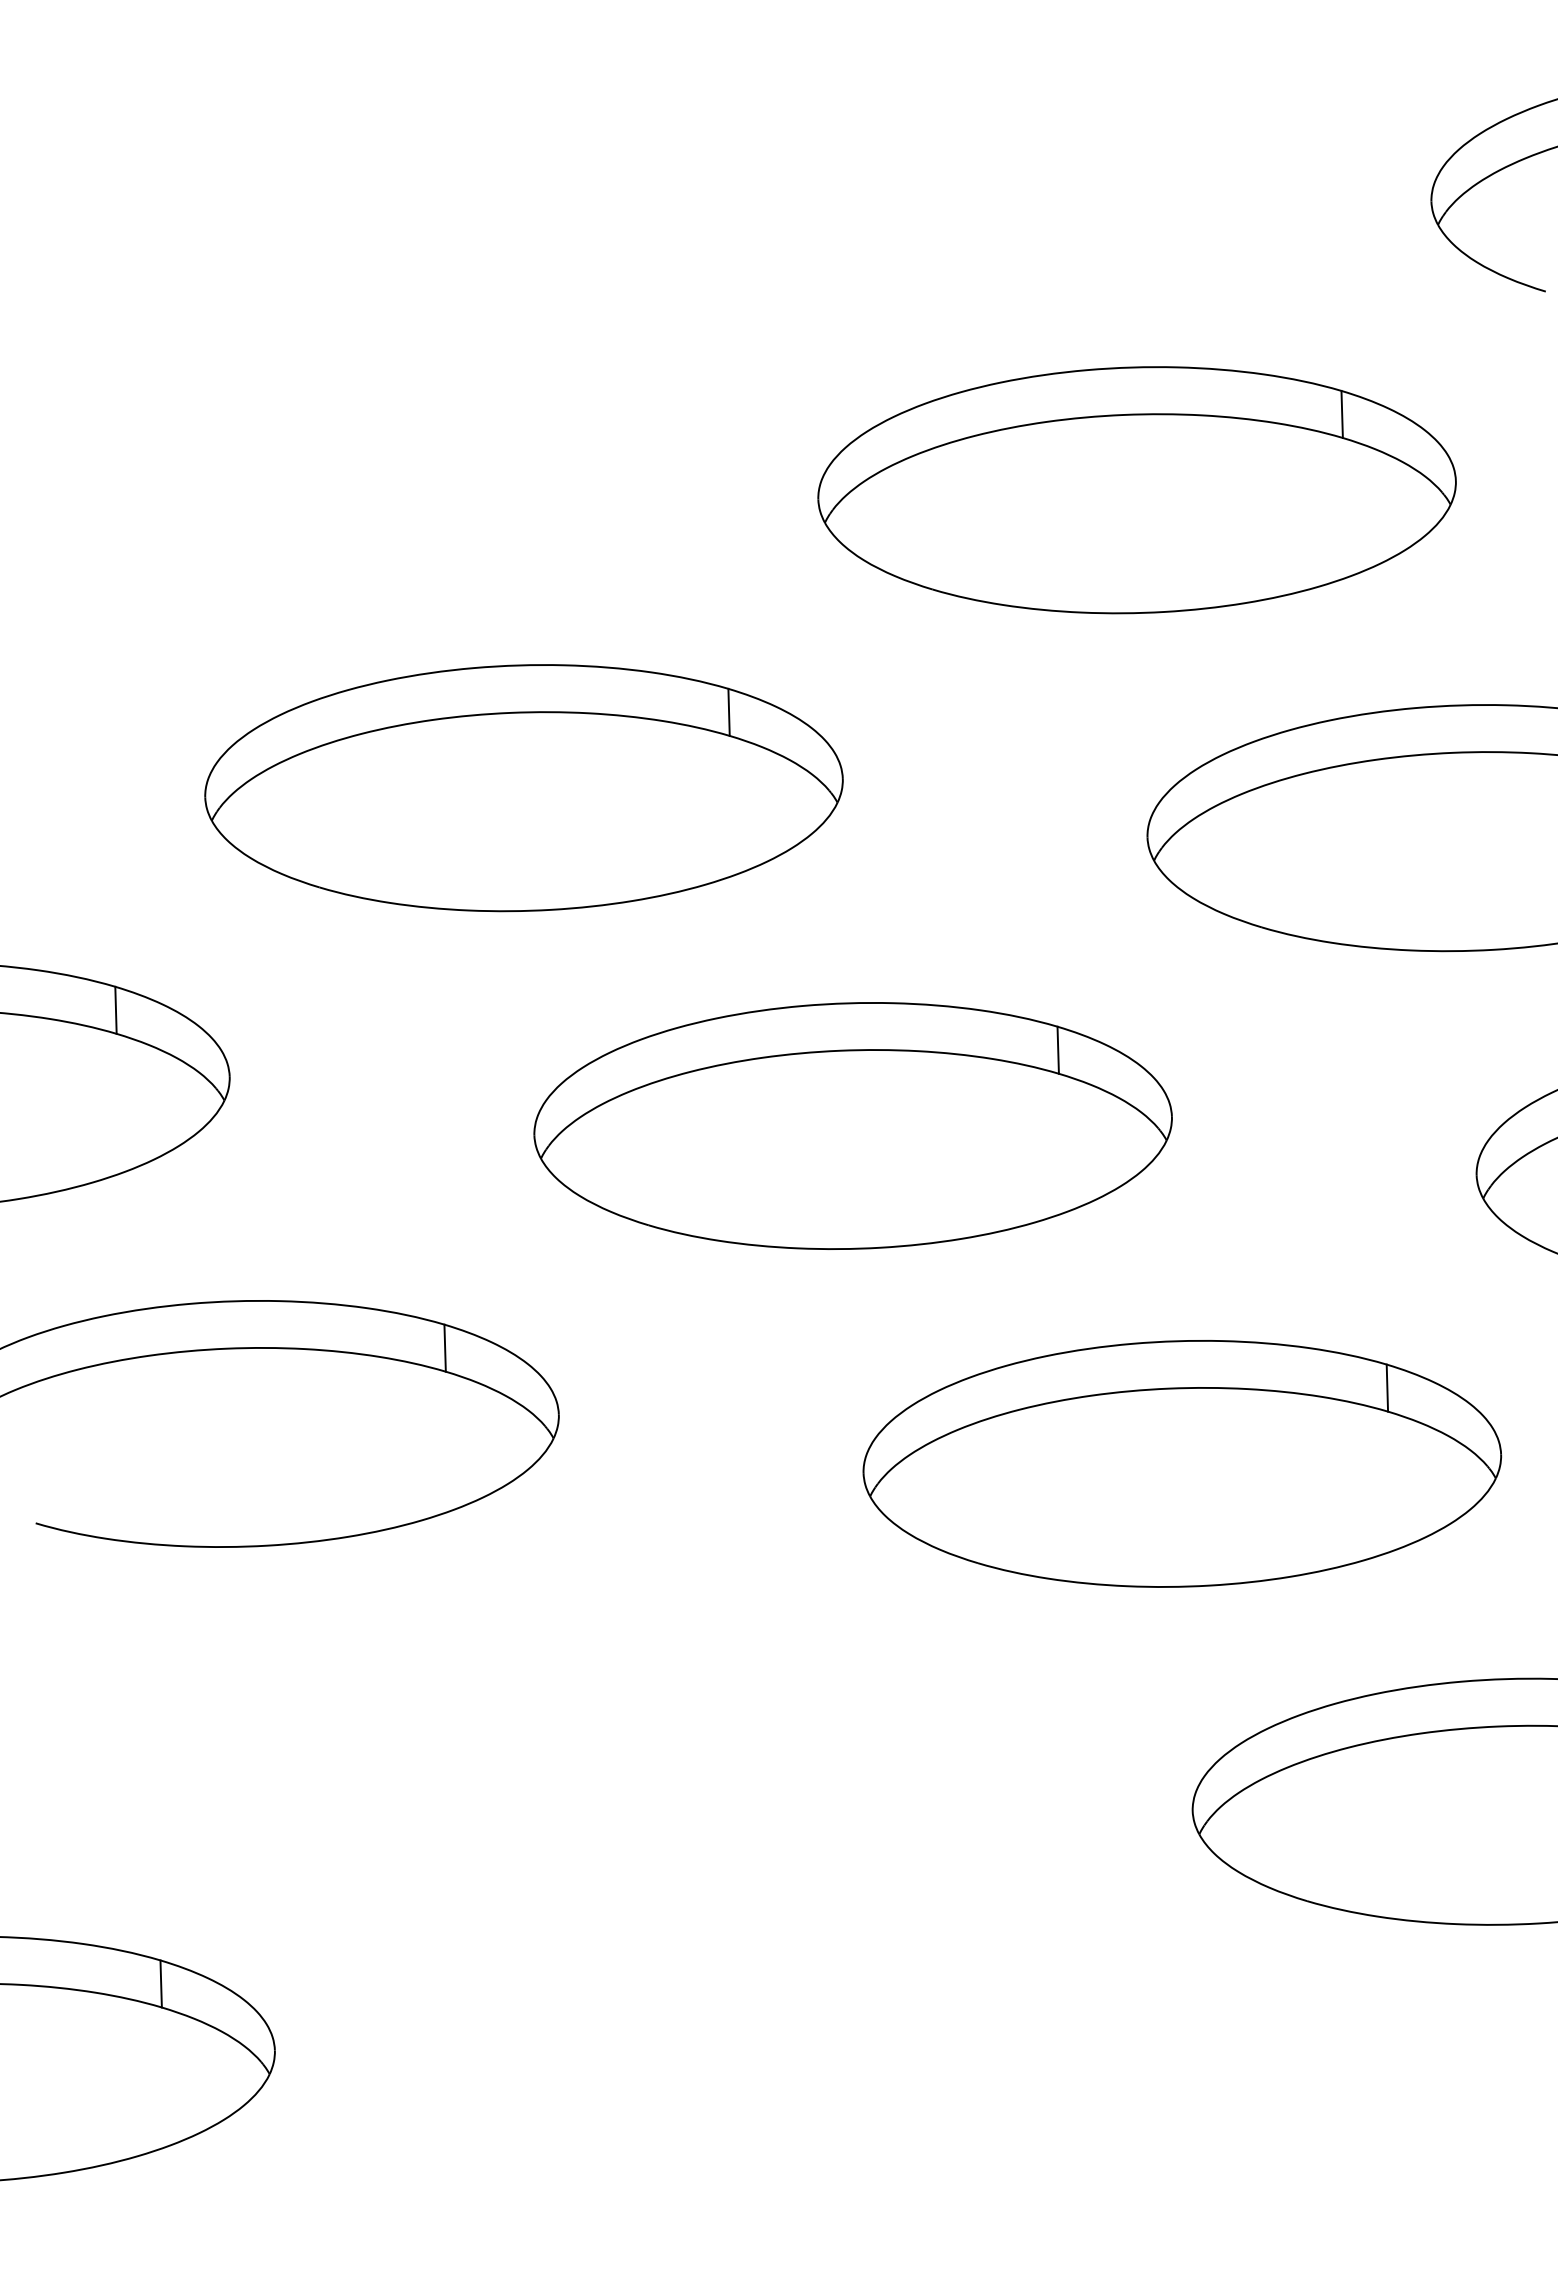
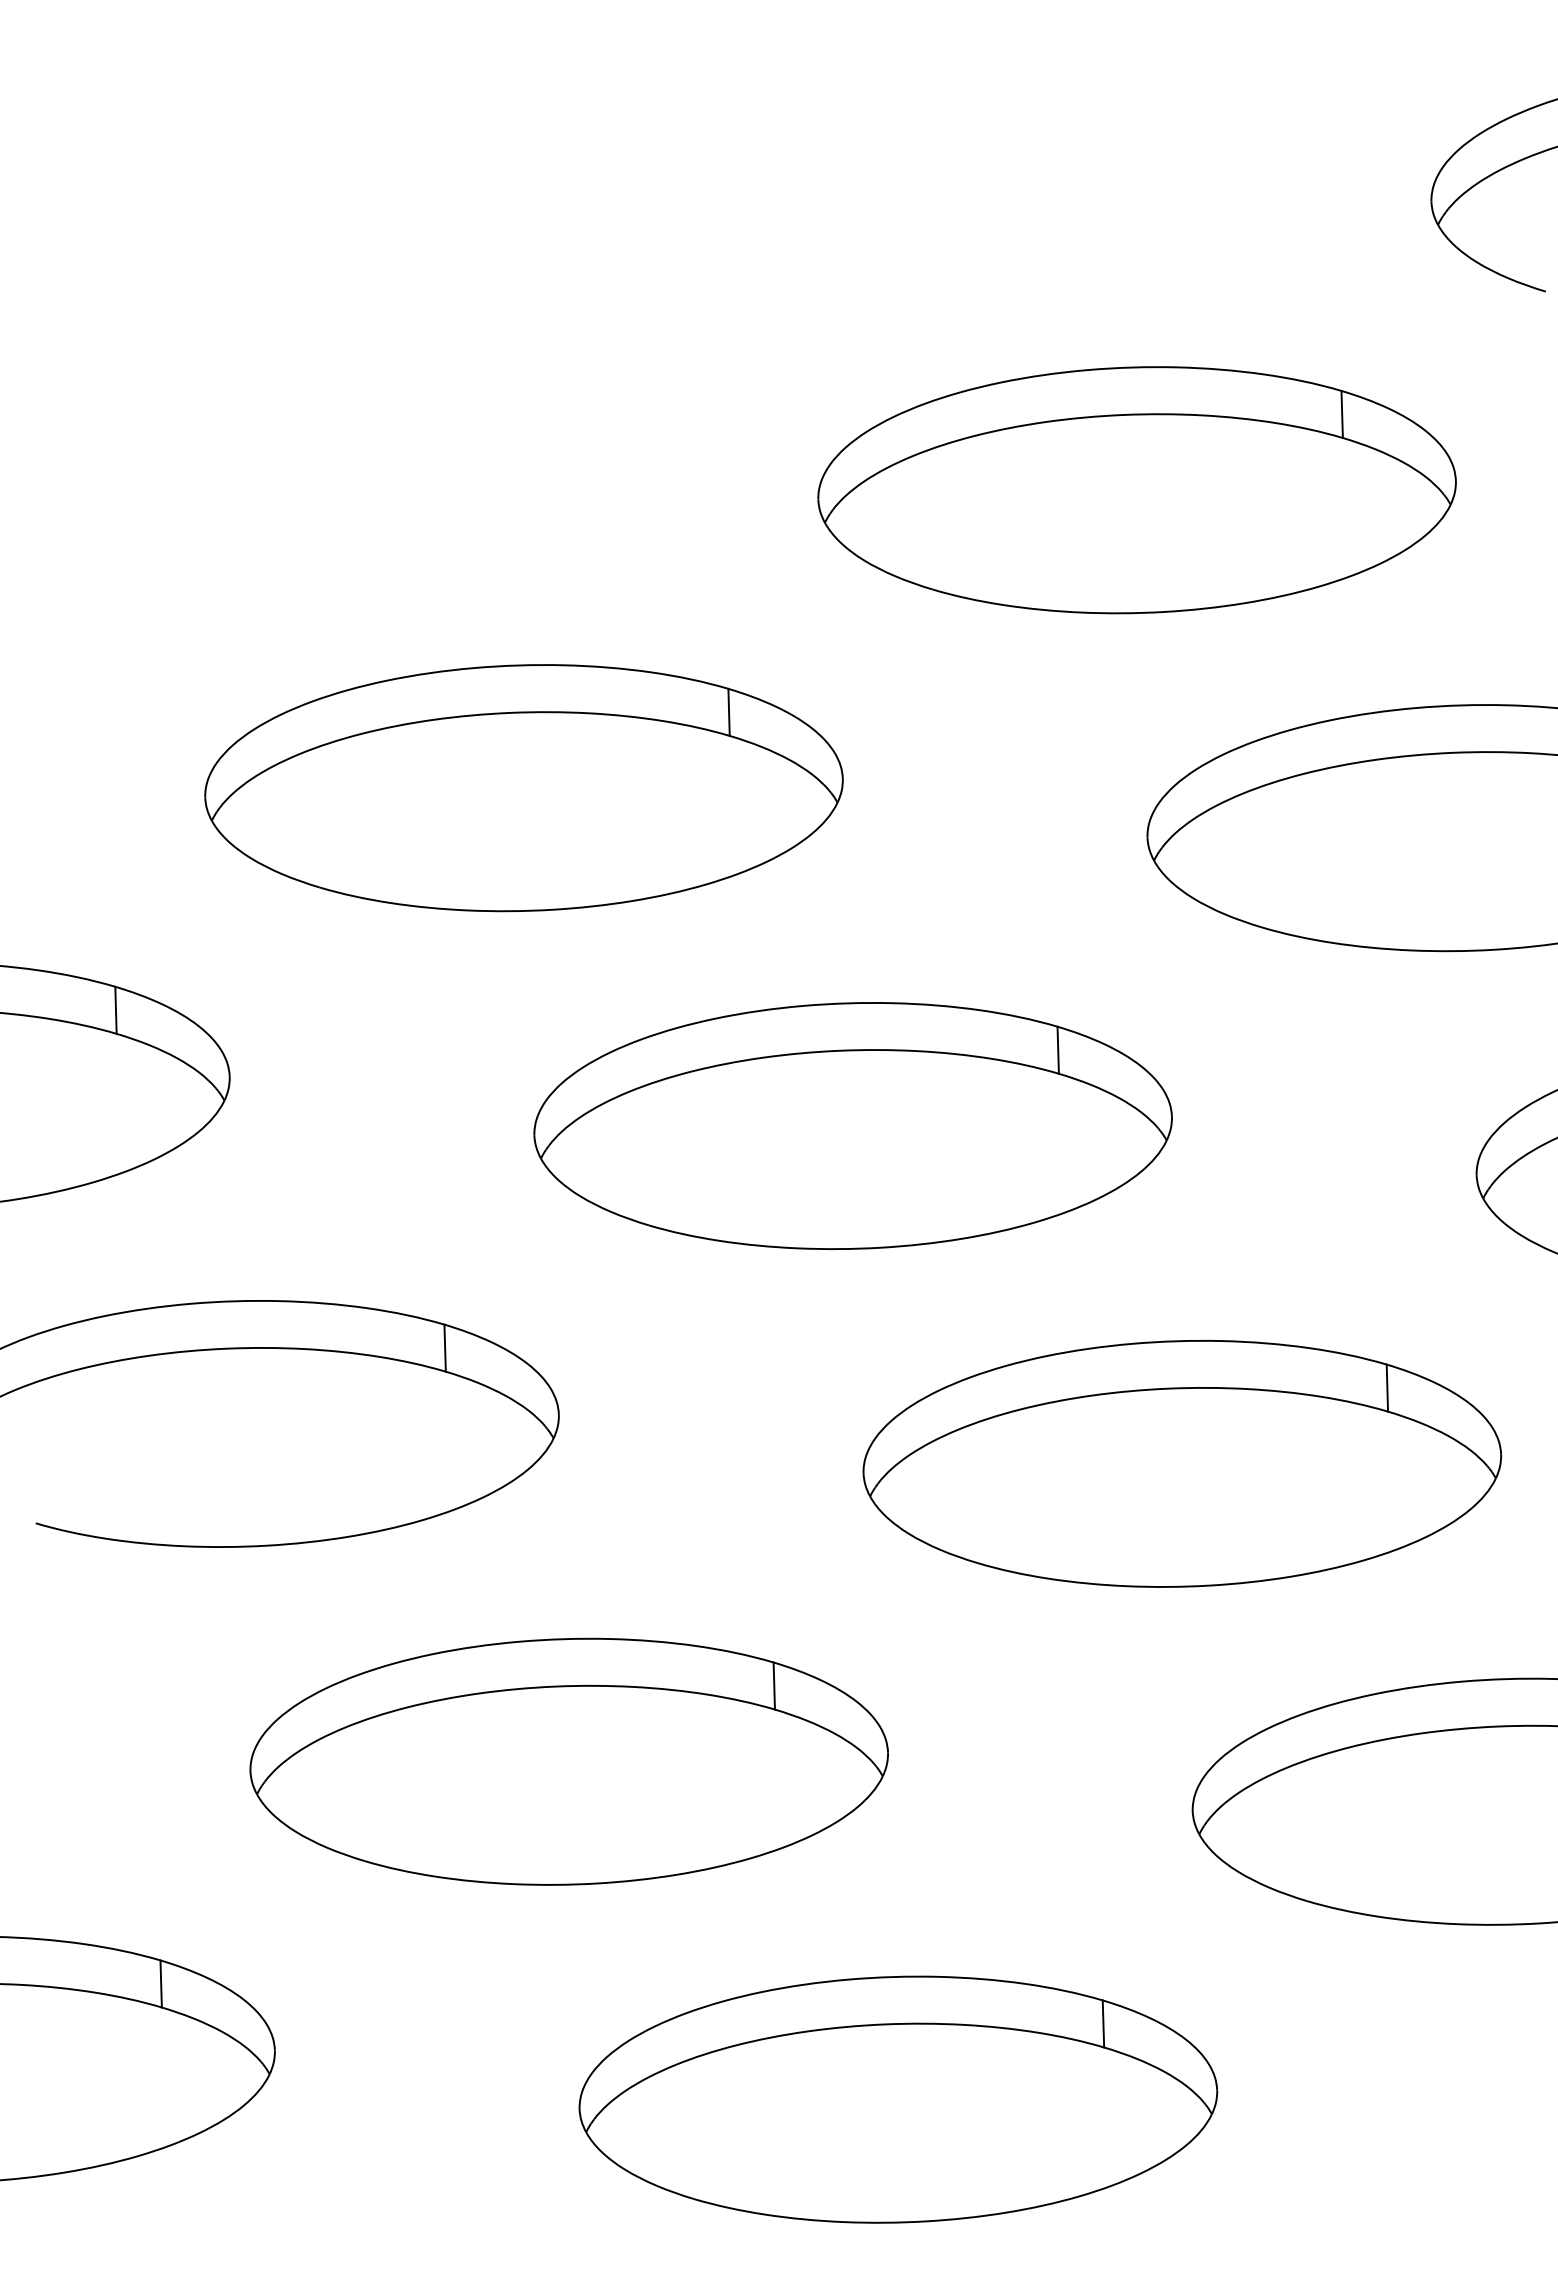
part at (568, 1761): none -> present
part at (898, 2099): none -> present
